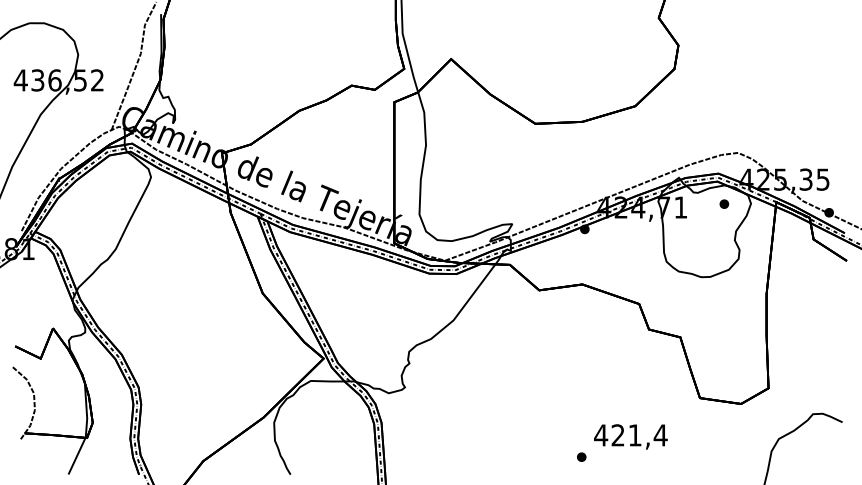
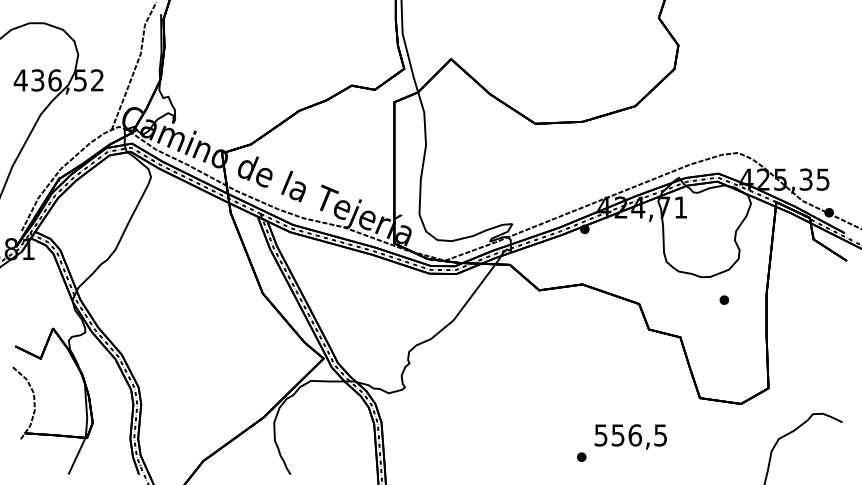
part at (724, 203) position: (724, 203) -> (724, 299)
text at (630, 435): 421,4 -> 556,5
